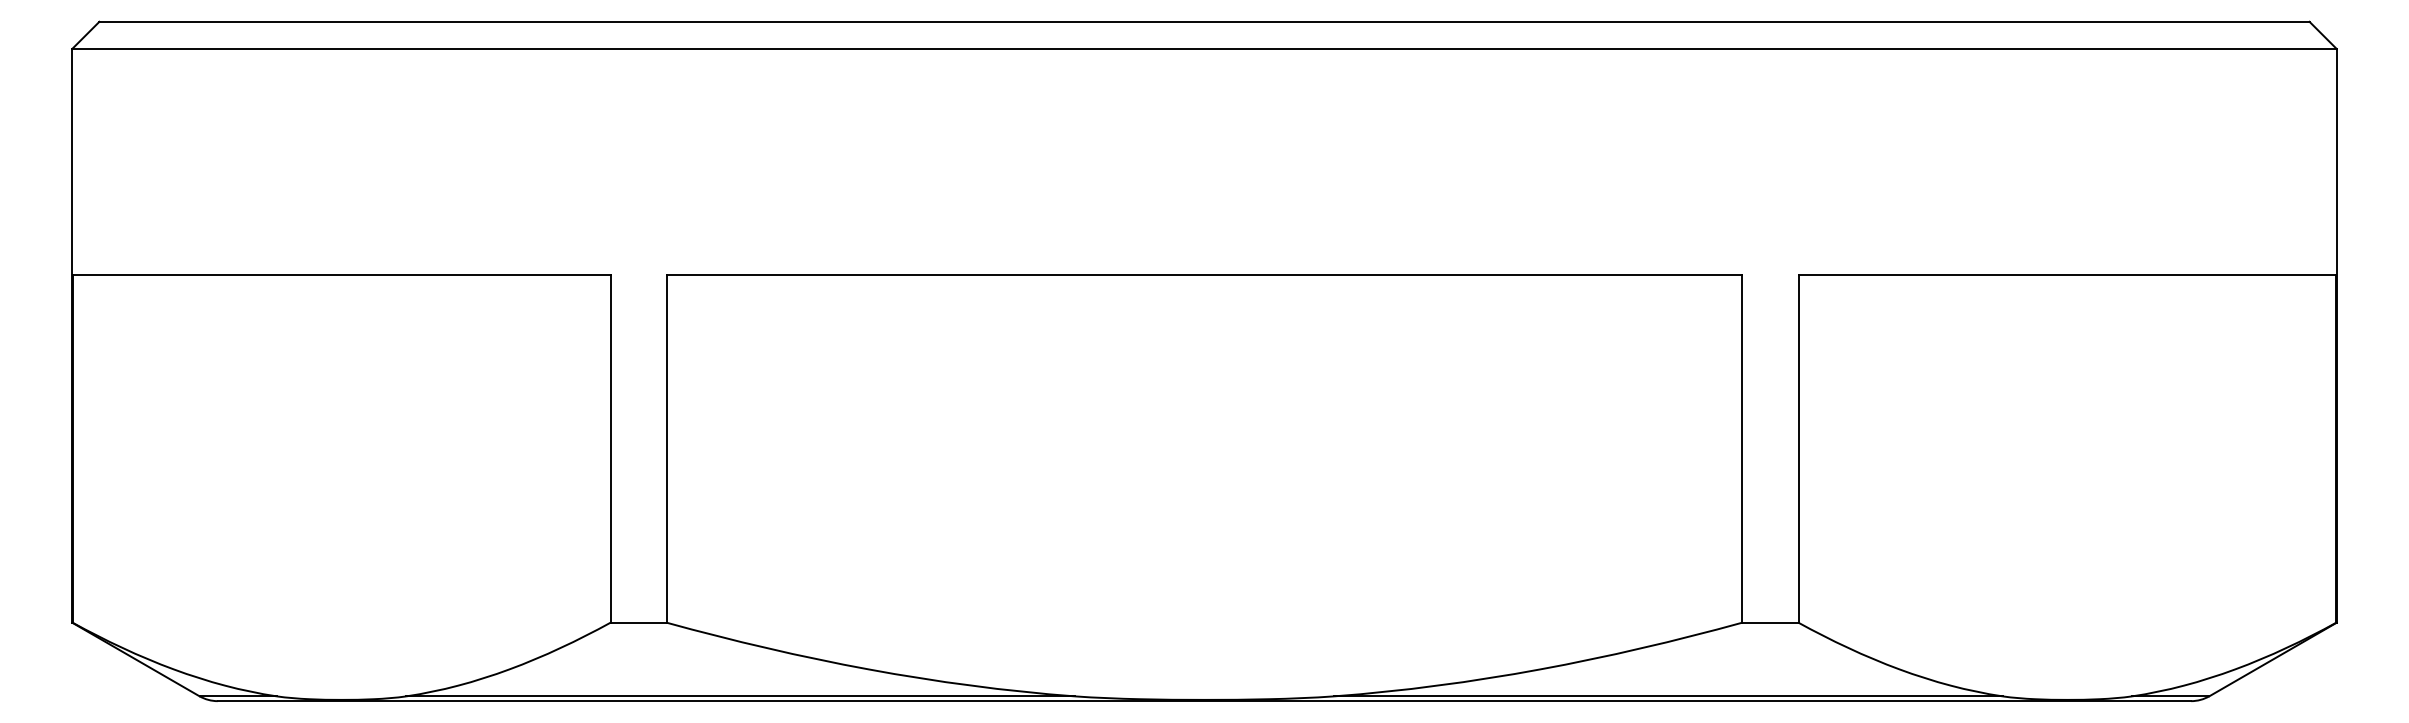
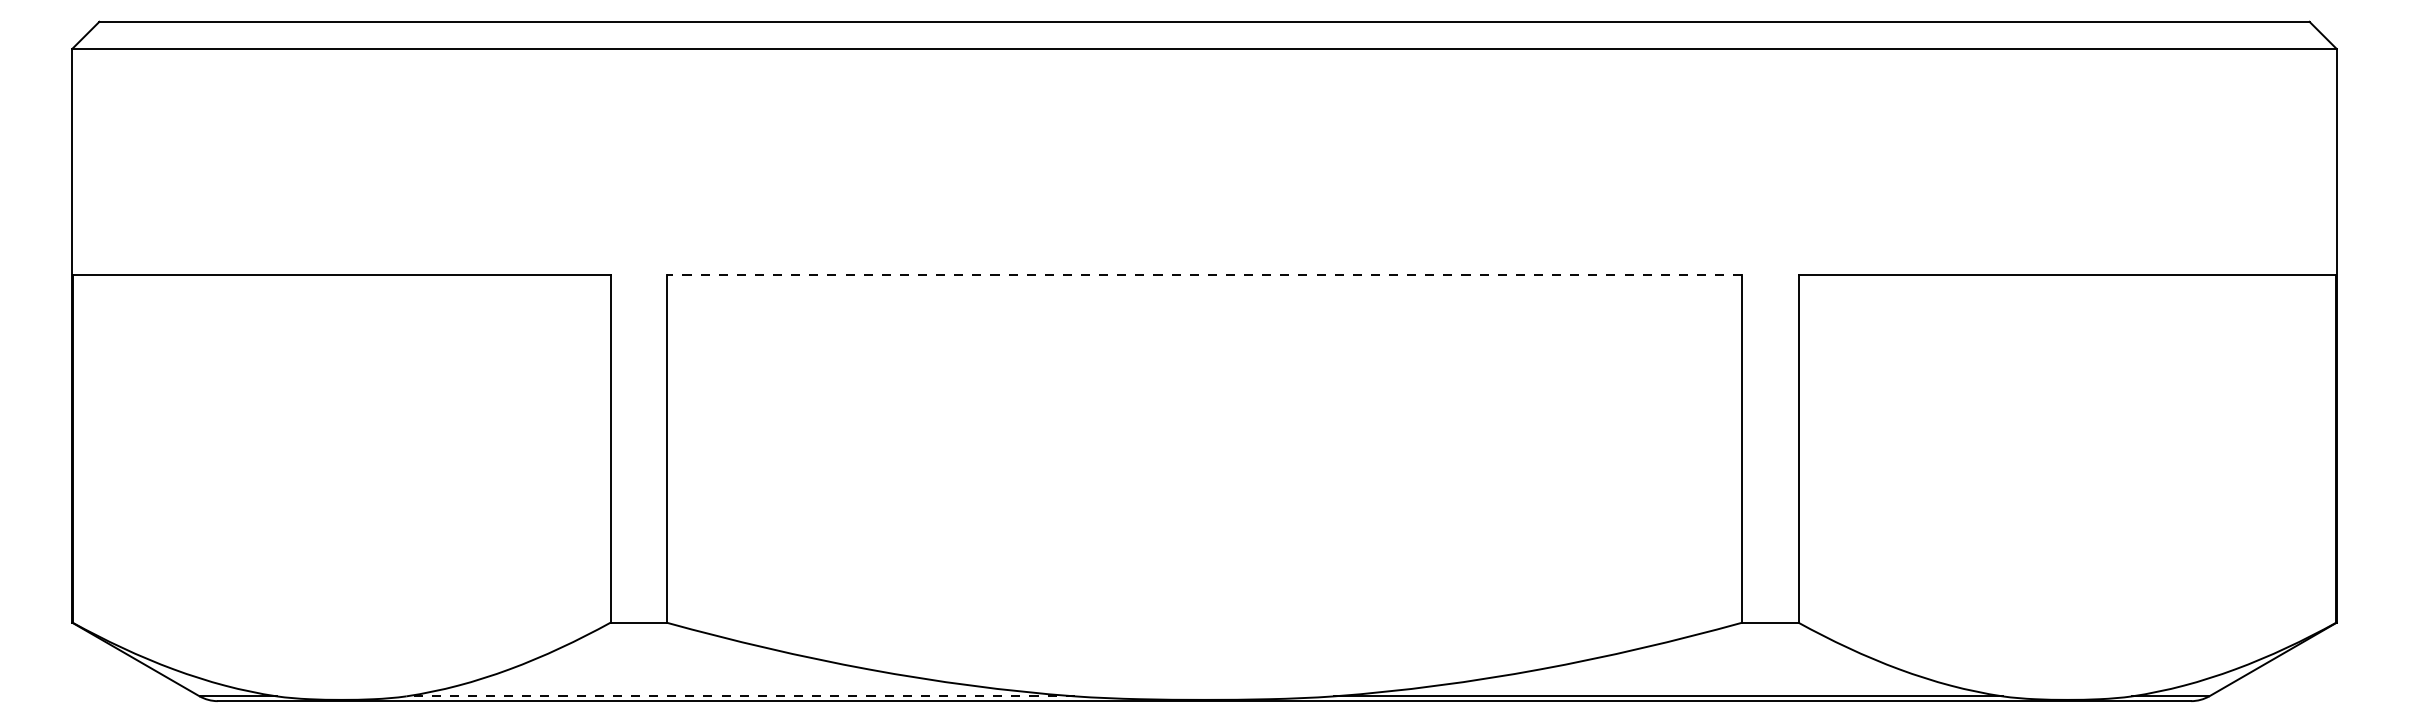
line at (1204, 275): solid -> dashed
line at (740, 696): solid -> dashed
